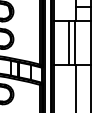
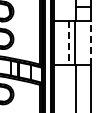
line at (69, 43): solid -> dashed
line at (90, 43): solid -> dashed
